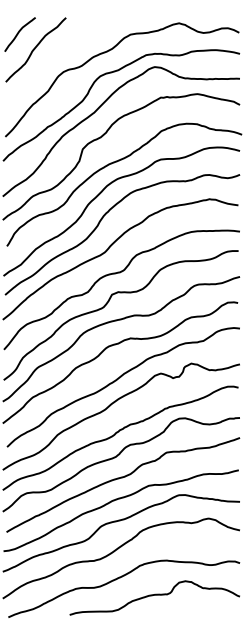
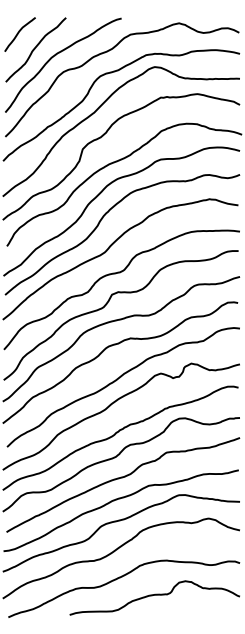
curve at (55, 56): none -> present
